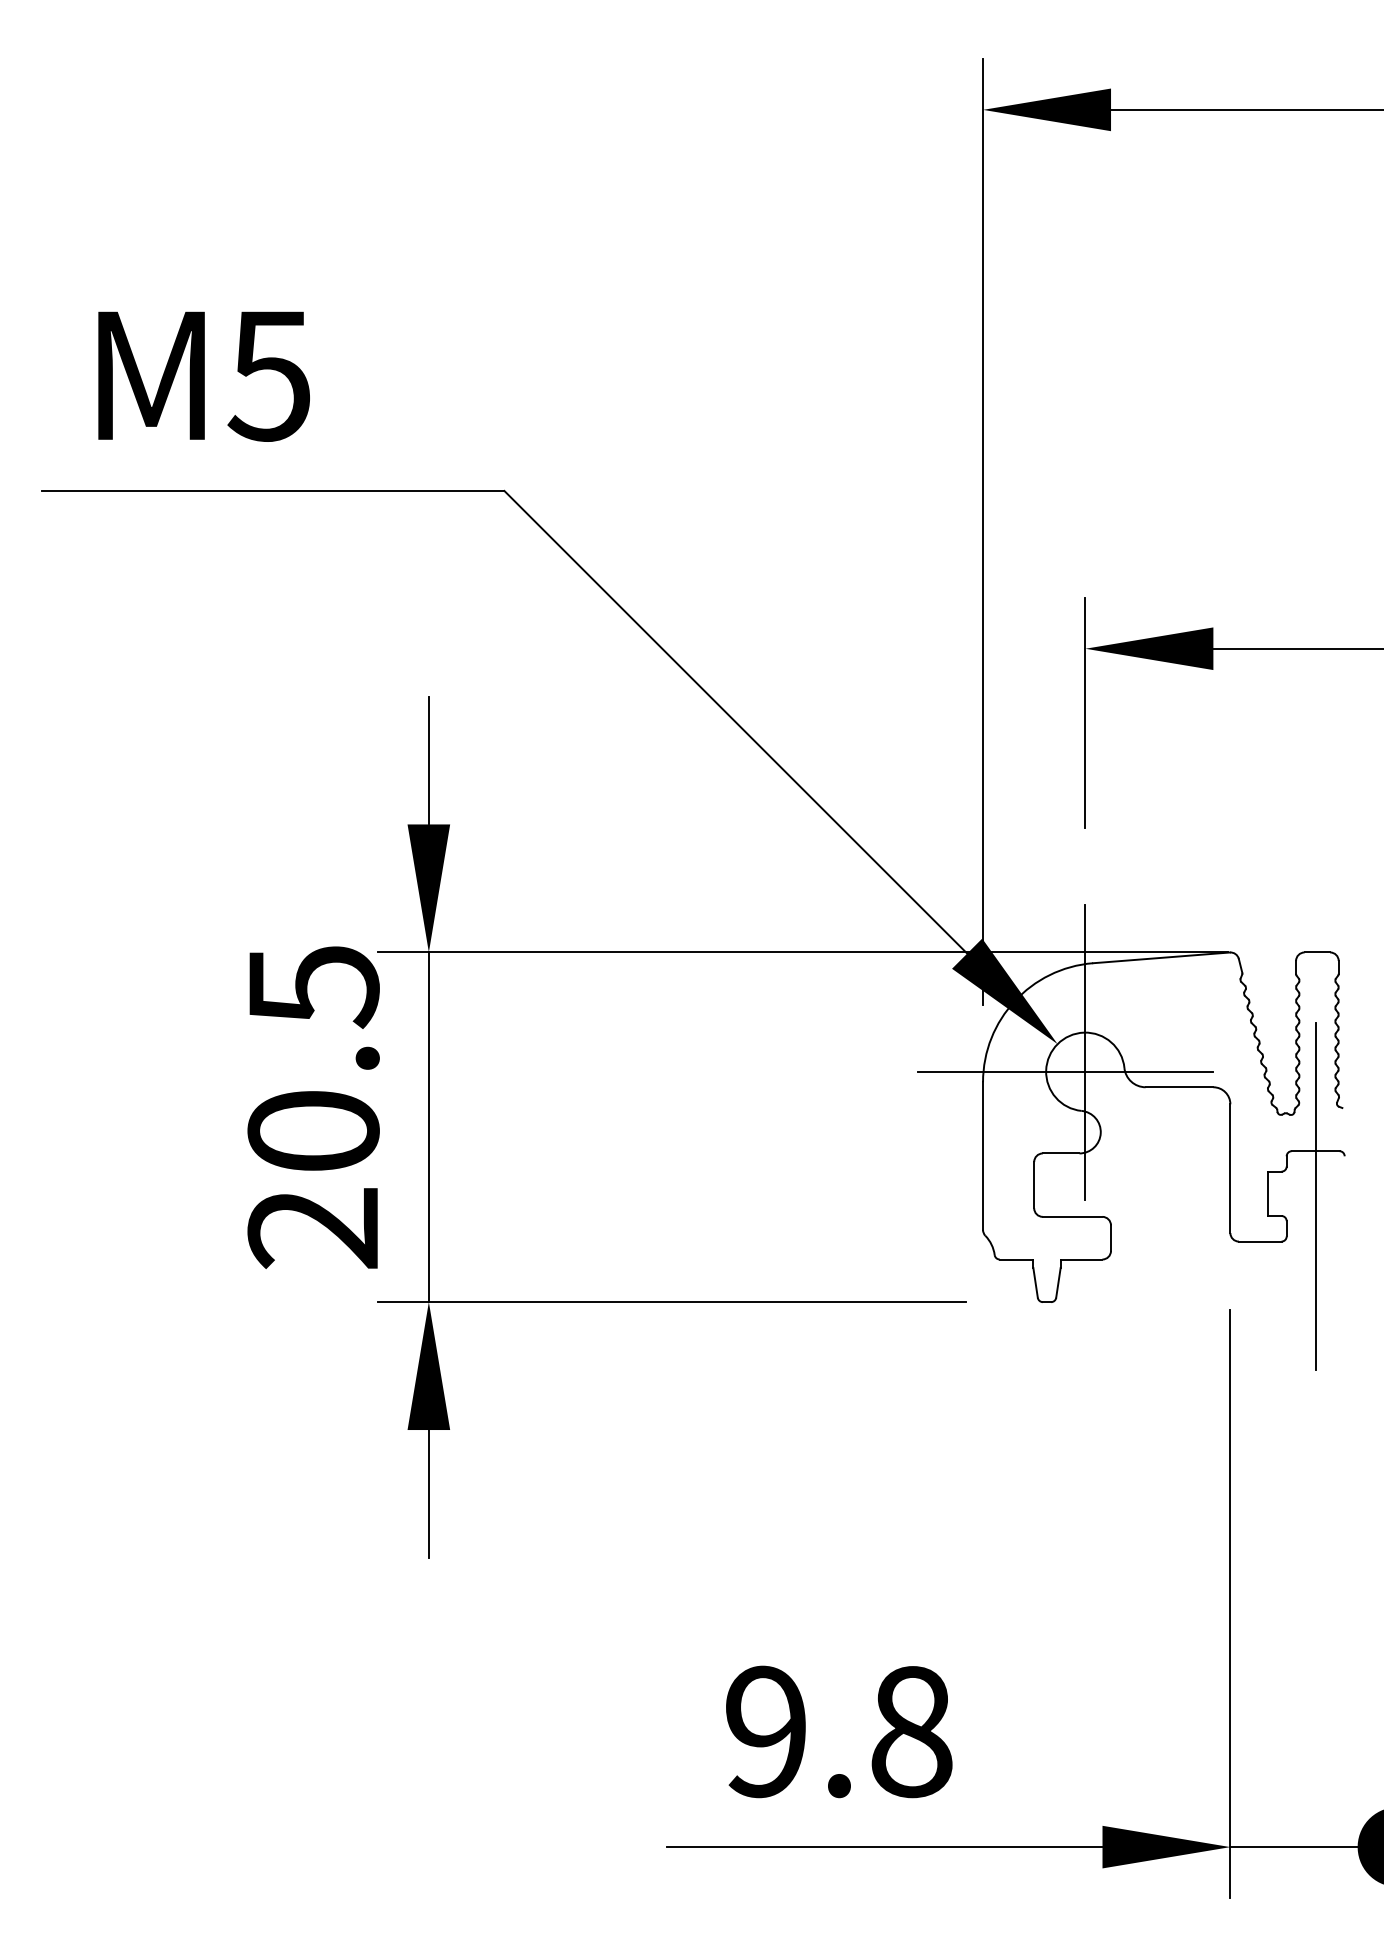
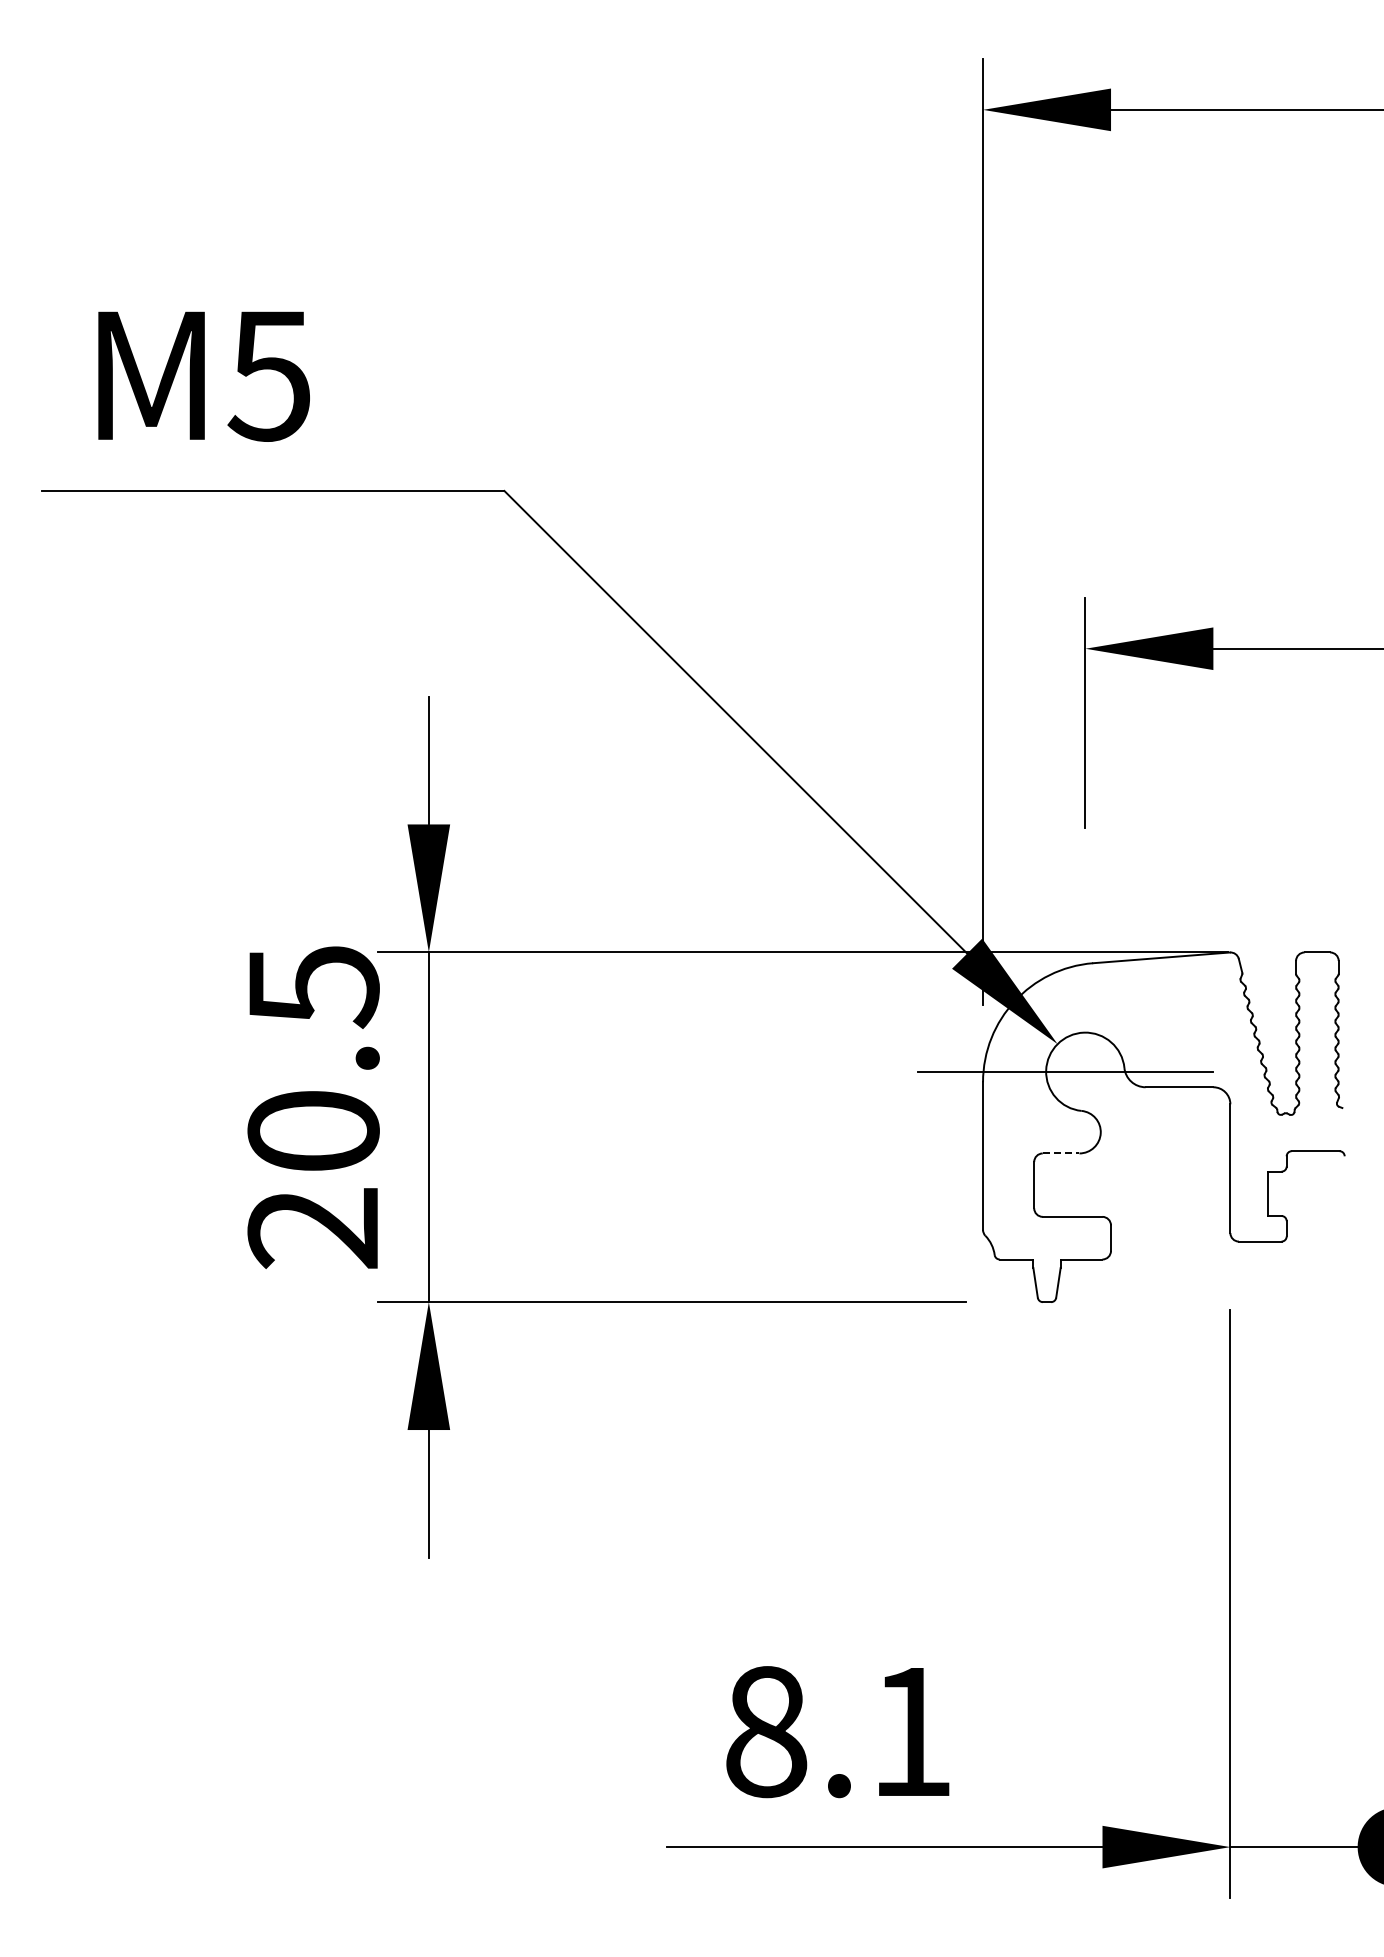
line at (1085, 1051): present -> none
line at (1061, 1153): solid -> dashed
line at (1315, 1196): present -> none
text at (839, 1731): 9.8 -> 8.1
